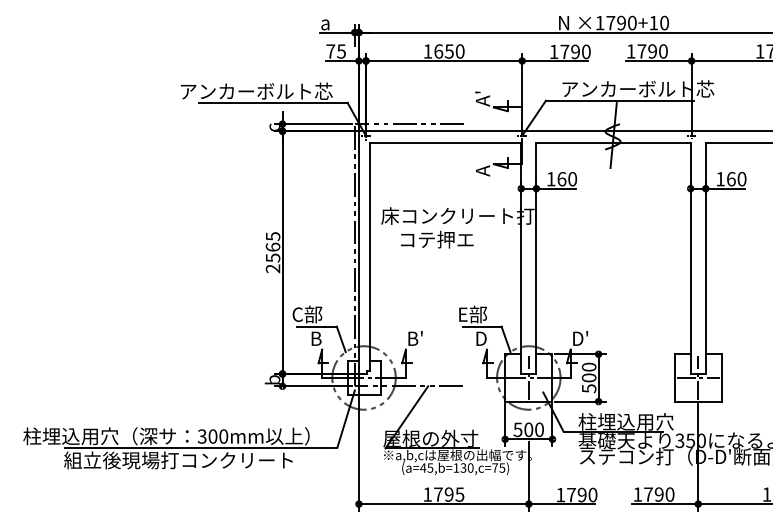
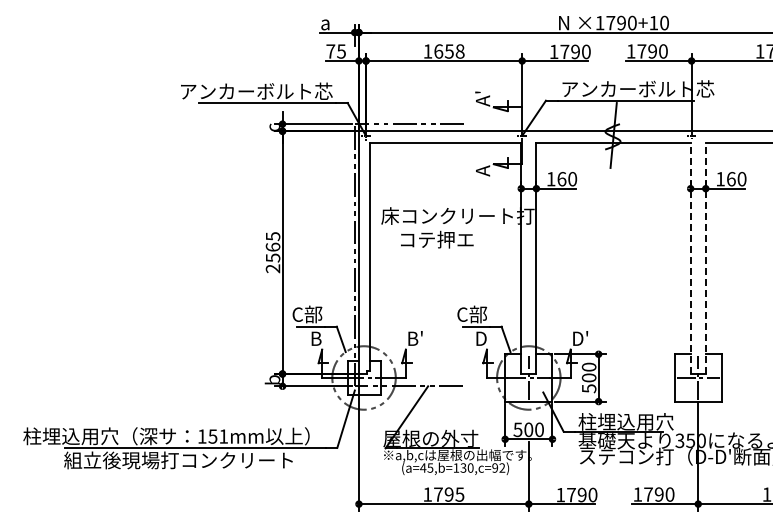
text at (459, 51): 1650 -> 1658
line at (690, 258): solid -> dashed
line at (705, 258): solid -> dashed
text at (462, 314): E部 -> C部
text at (212, 436): 300mm -> 151mm
text at (498, 467): (a=45,b=130,c=75) -> (a=45,b=130,c=92)
